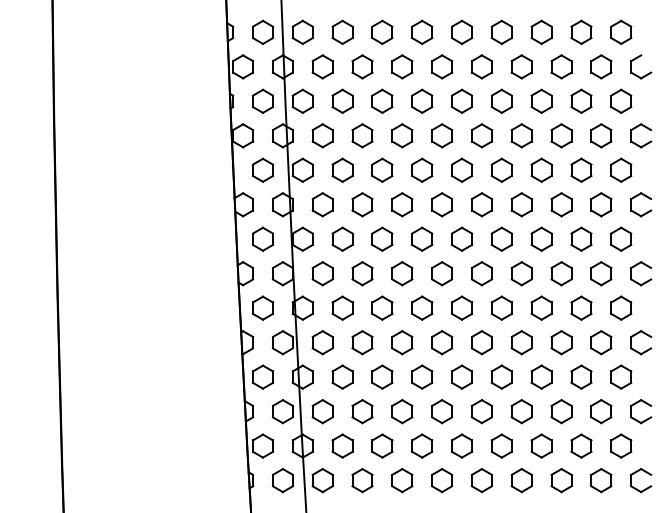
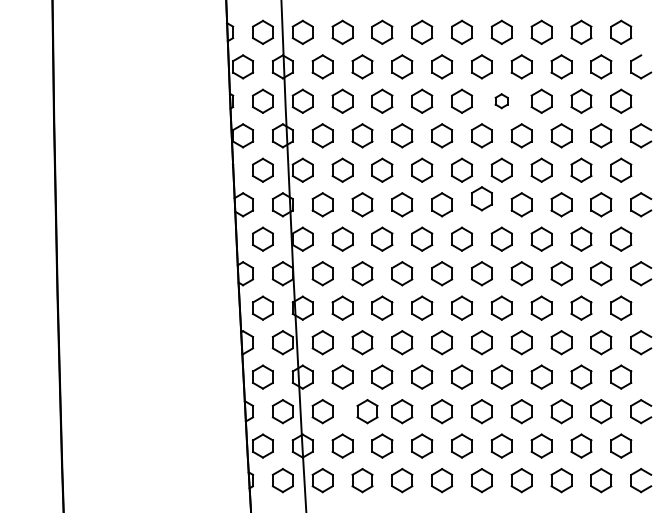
part at (501, 100) size: 23x26 px -> 15x17 px
part at (481, 204) position: (481, 204) -> (481, 198)
part at (362, 411) position: (362, 411) -> (367, 411)
